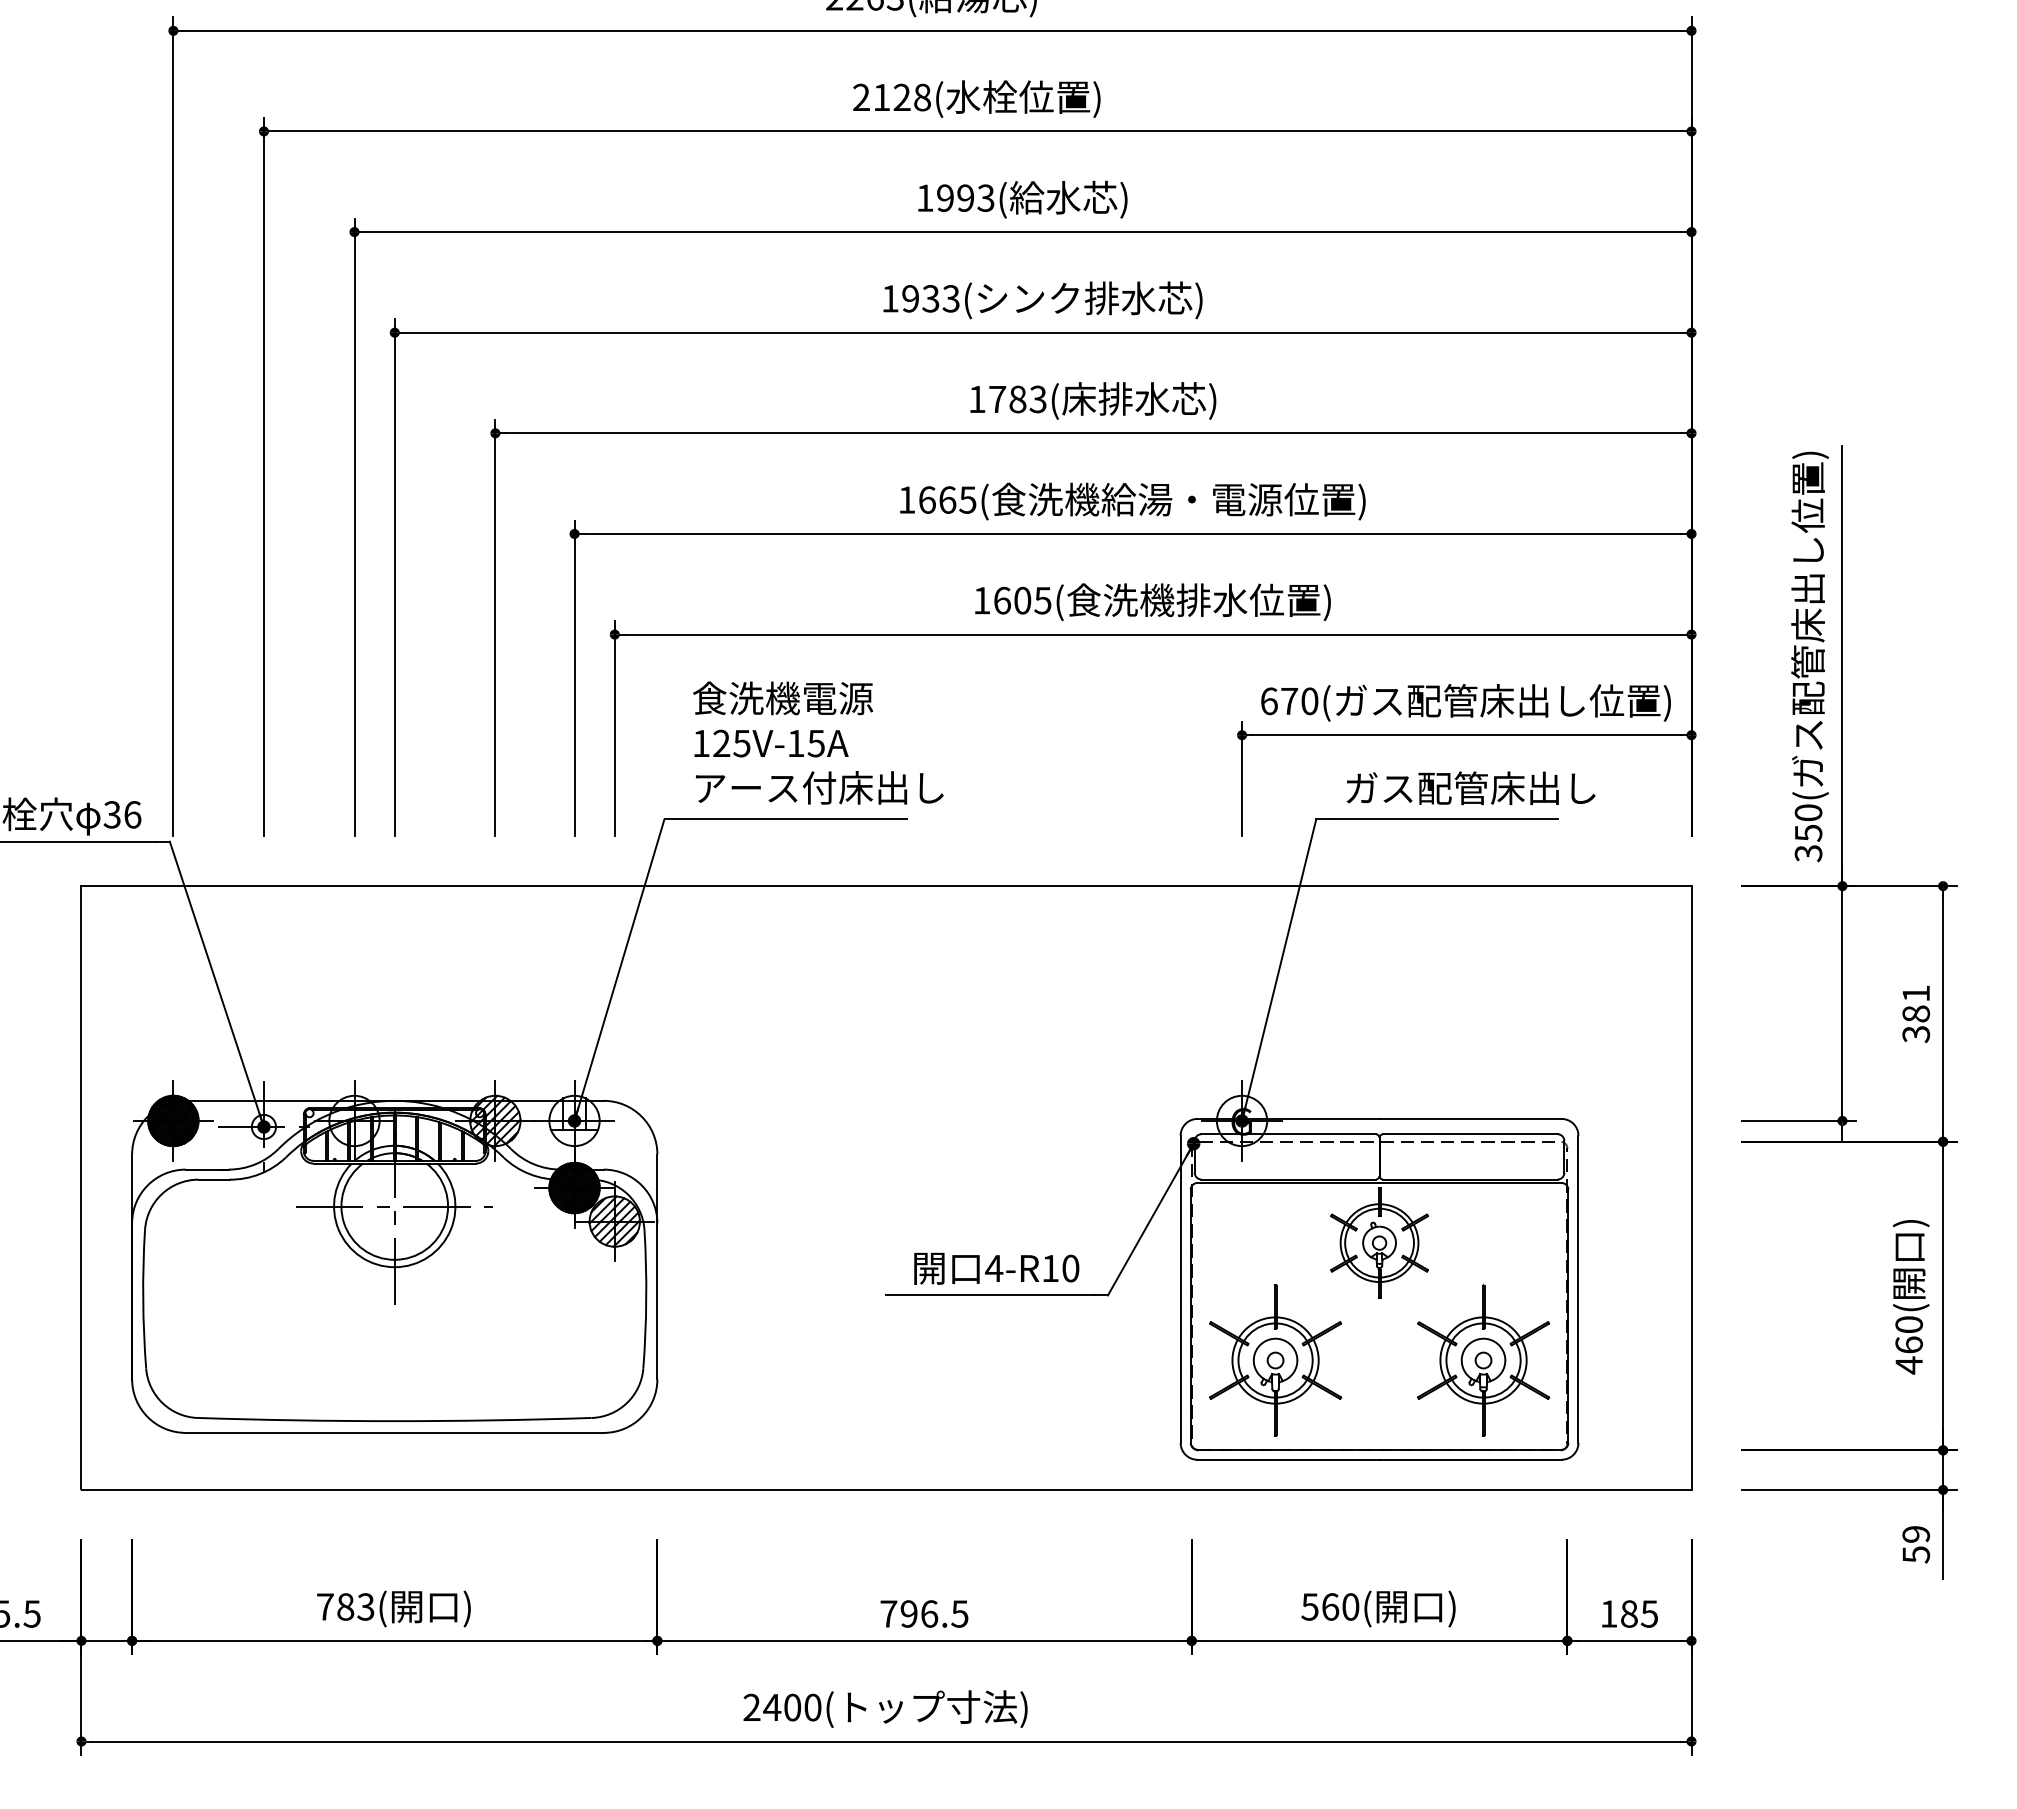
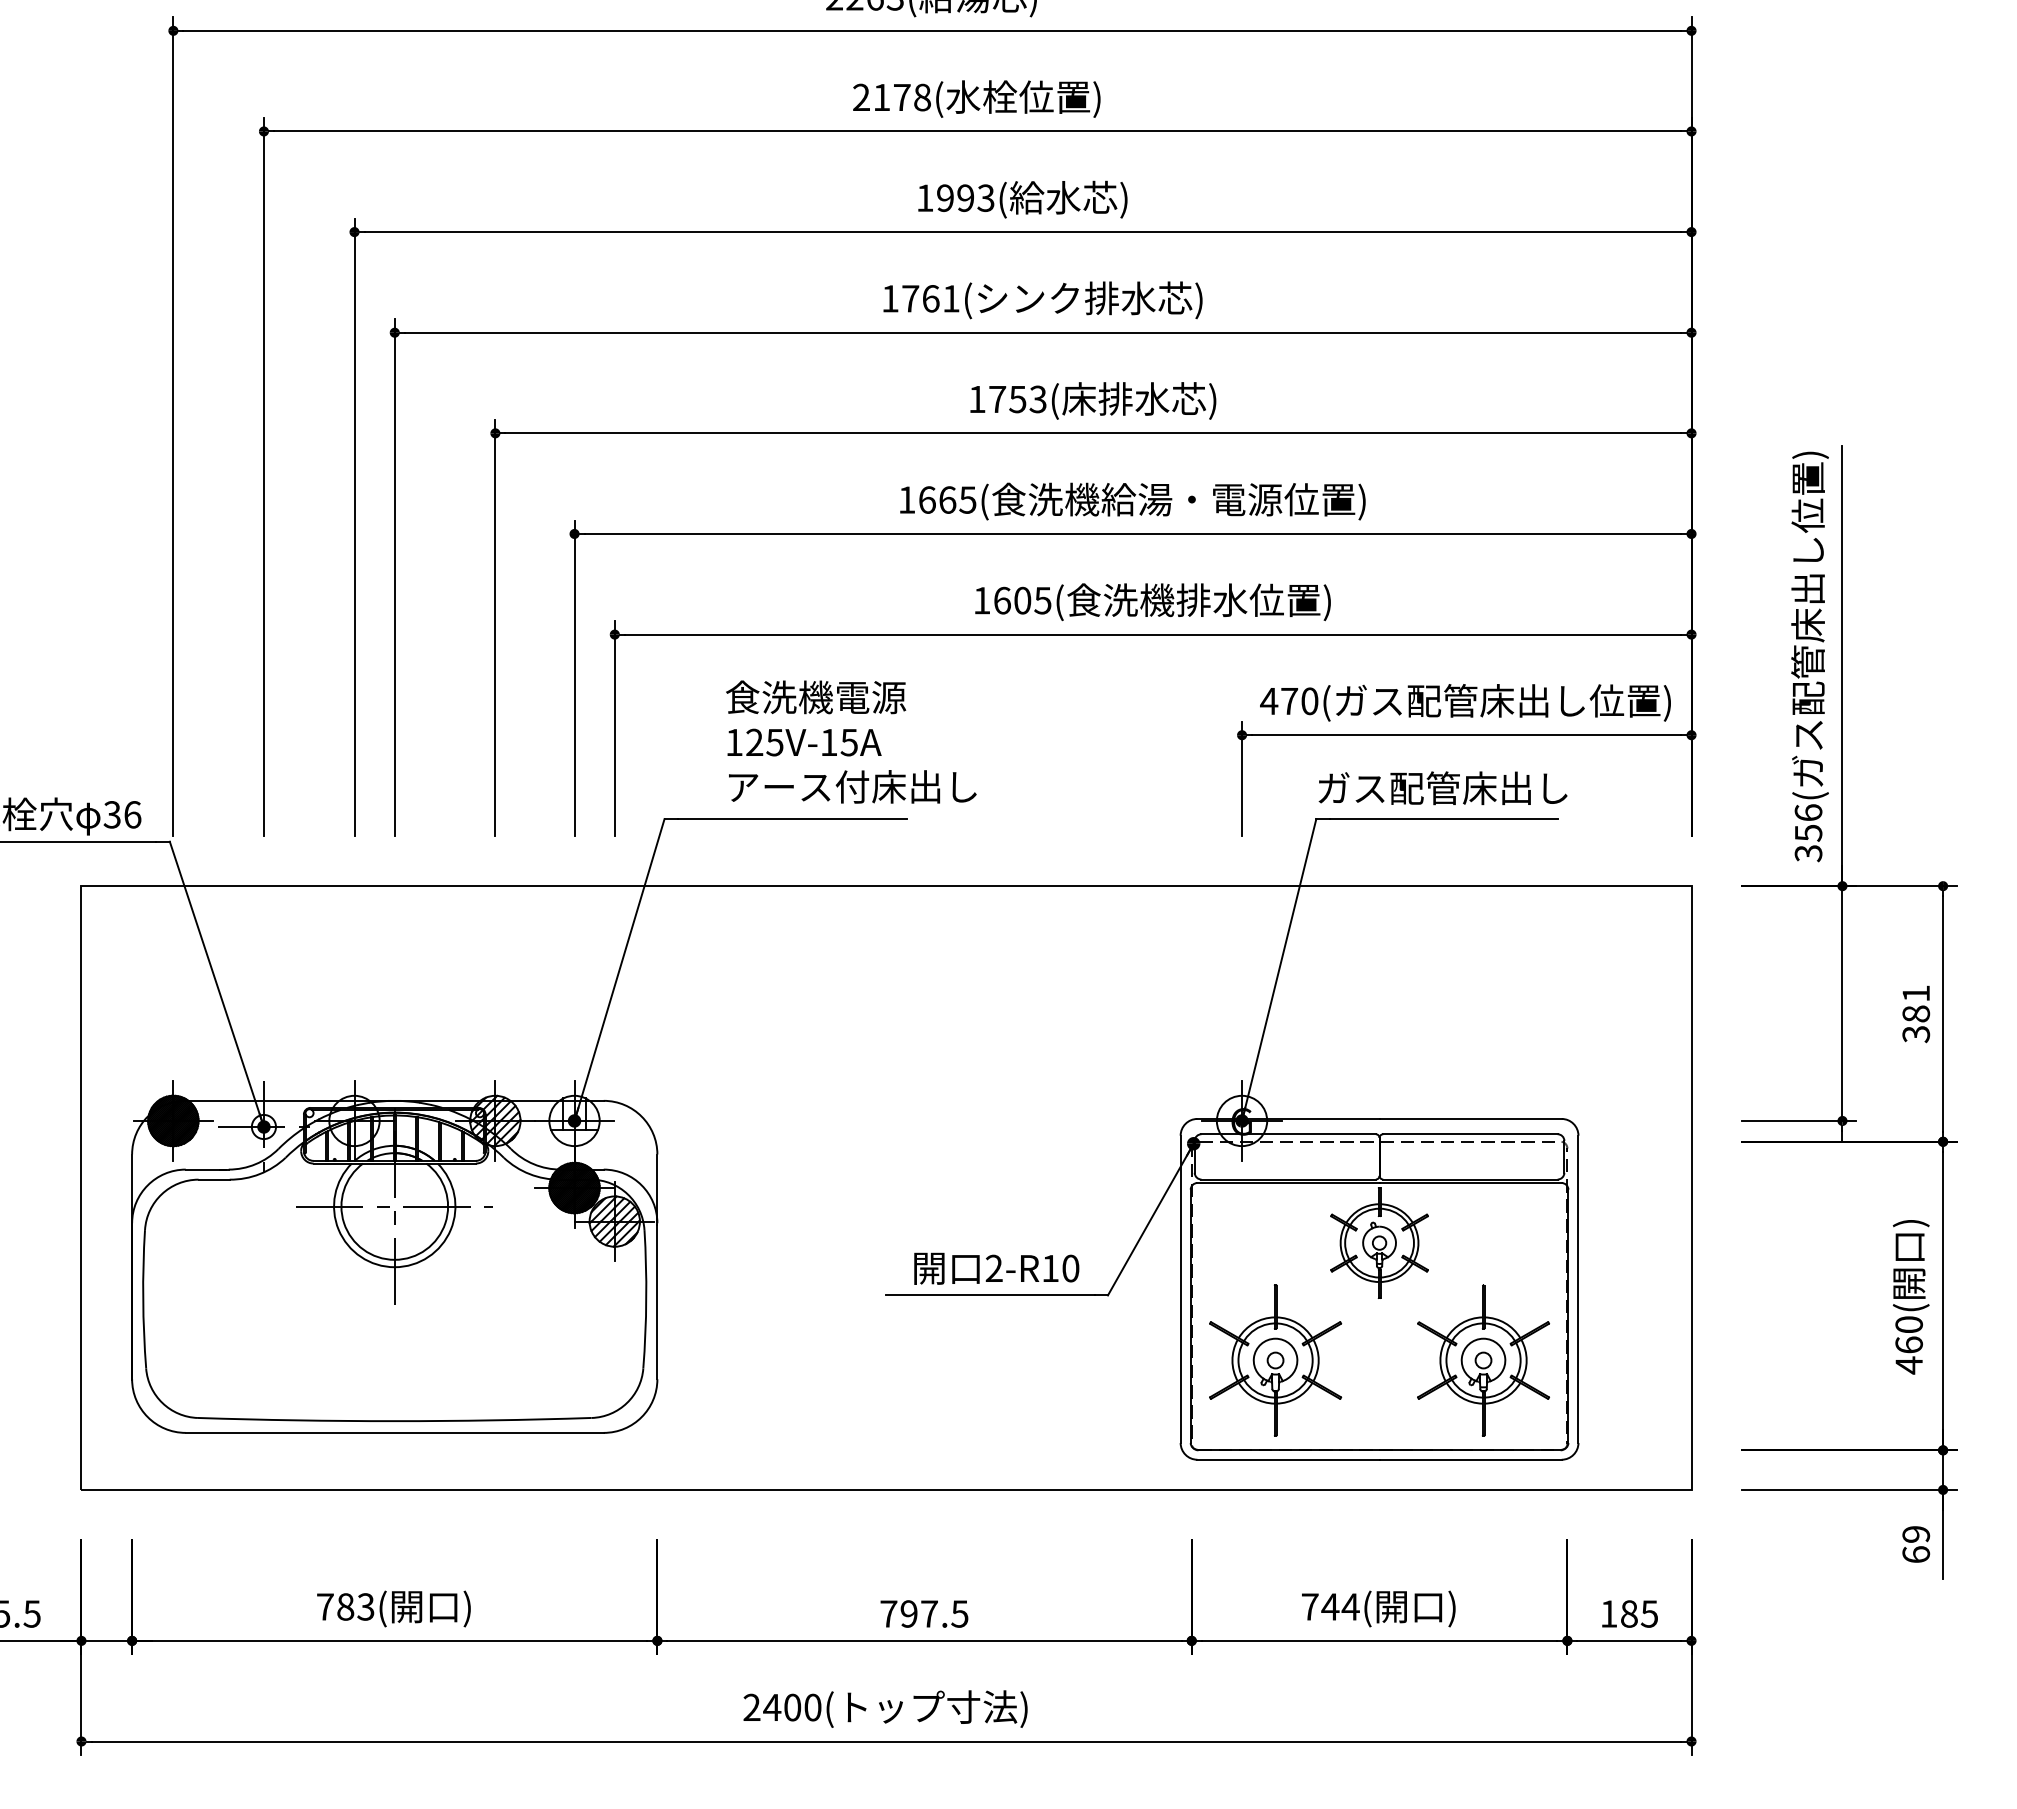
text at (901, 96): 2128( -> 2178(
text at (930, 298): 1933 -> 1761
text at (1017, 399): 1783( -> 1753(
text at (1269, 701): 670 -> 470
text at (818, 742) position: (818, 742) -> (851, 741)
text at (1470, 788) position: (1470, 788) -> (1442, 788)
text at (1808, 812): 350 -> 356
text at (994, 1267): 4-R10 -> 2-R10
text at (1916, 1554): 59 -> 69
text at (1330, 1606): 560( -> 744(
text at (929, 1613): 796.5 -> 797.5
